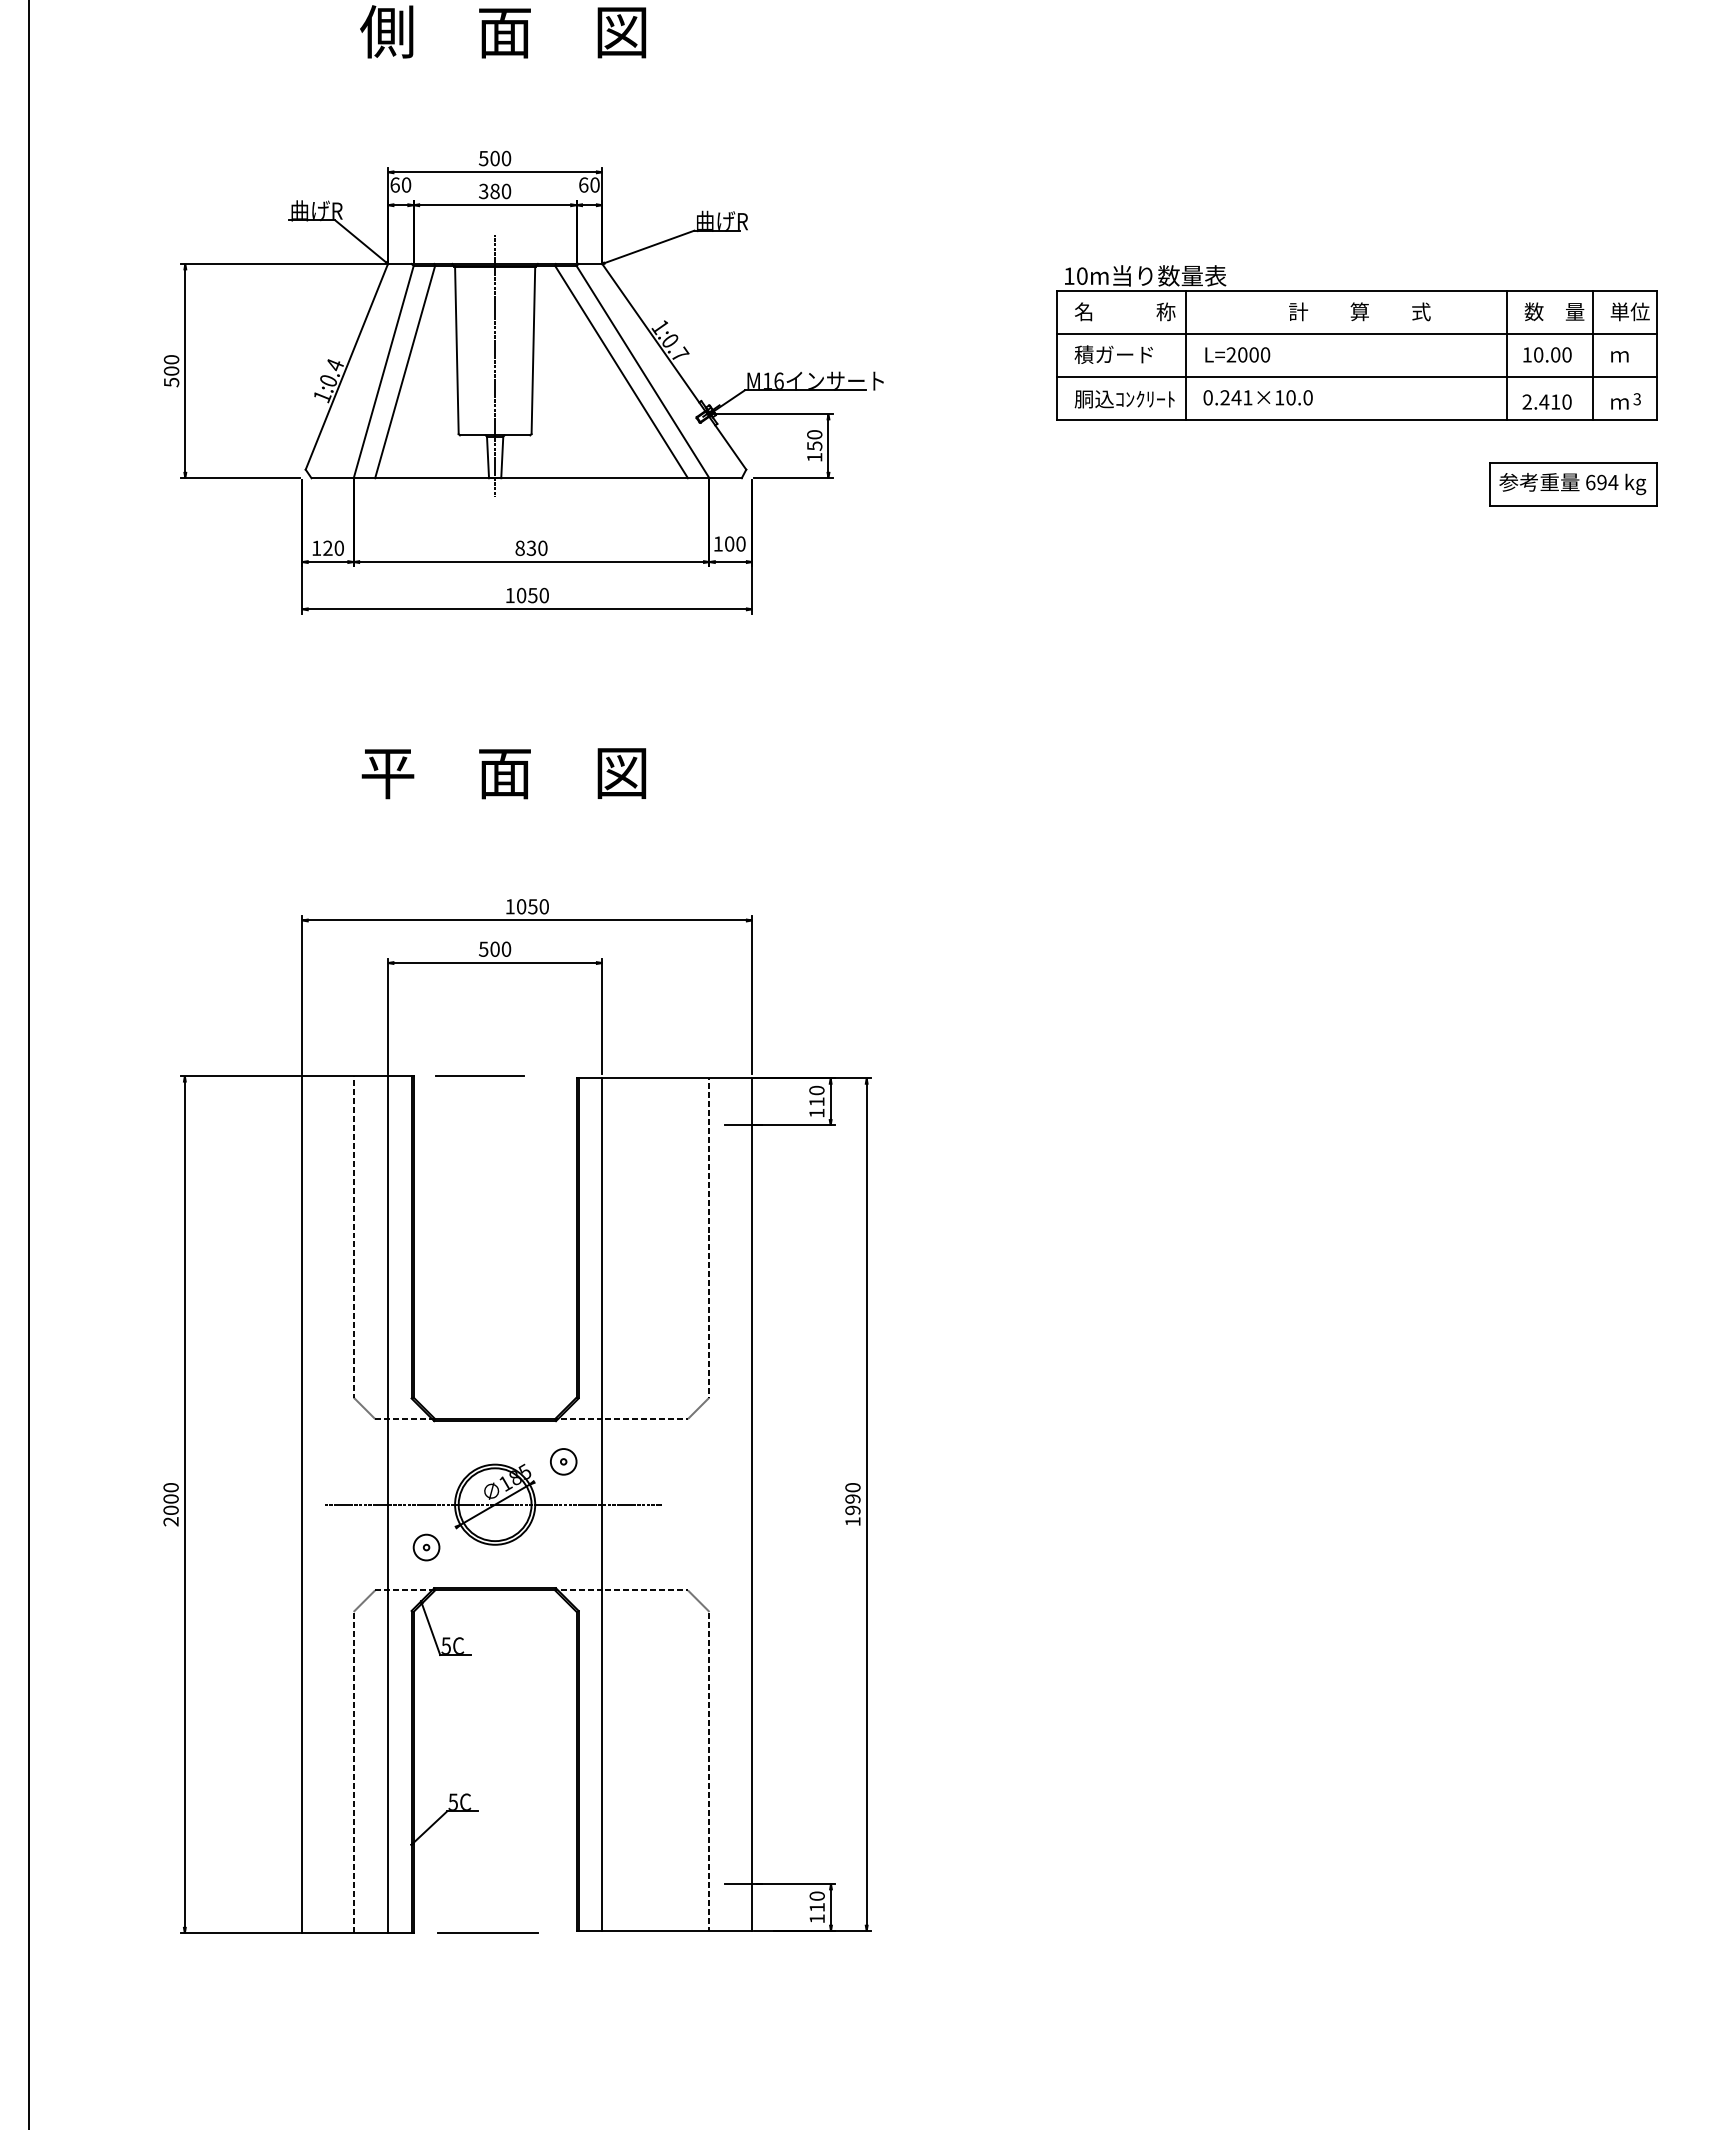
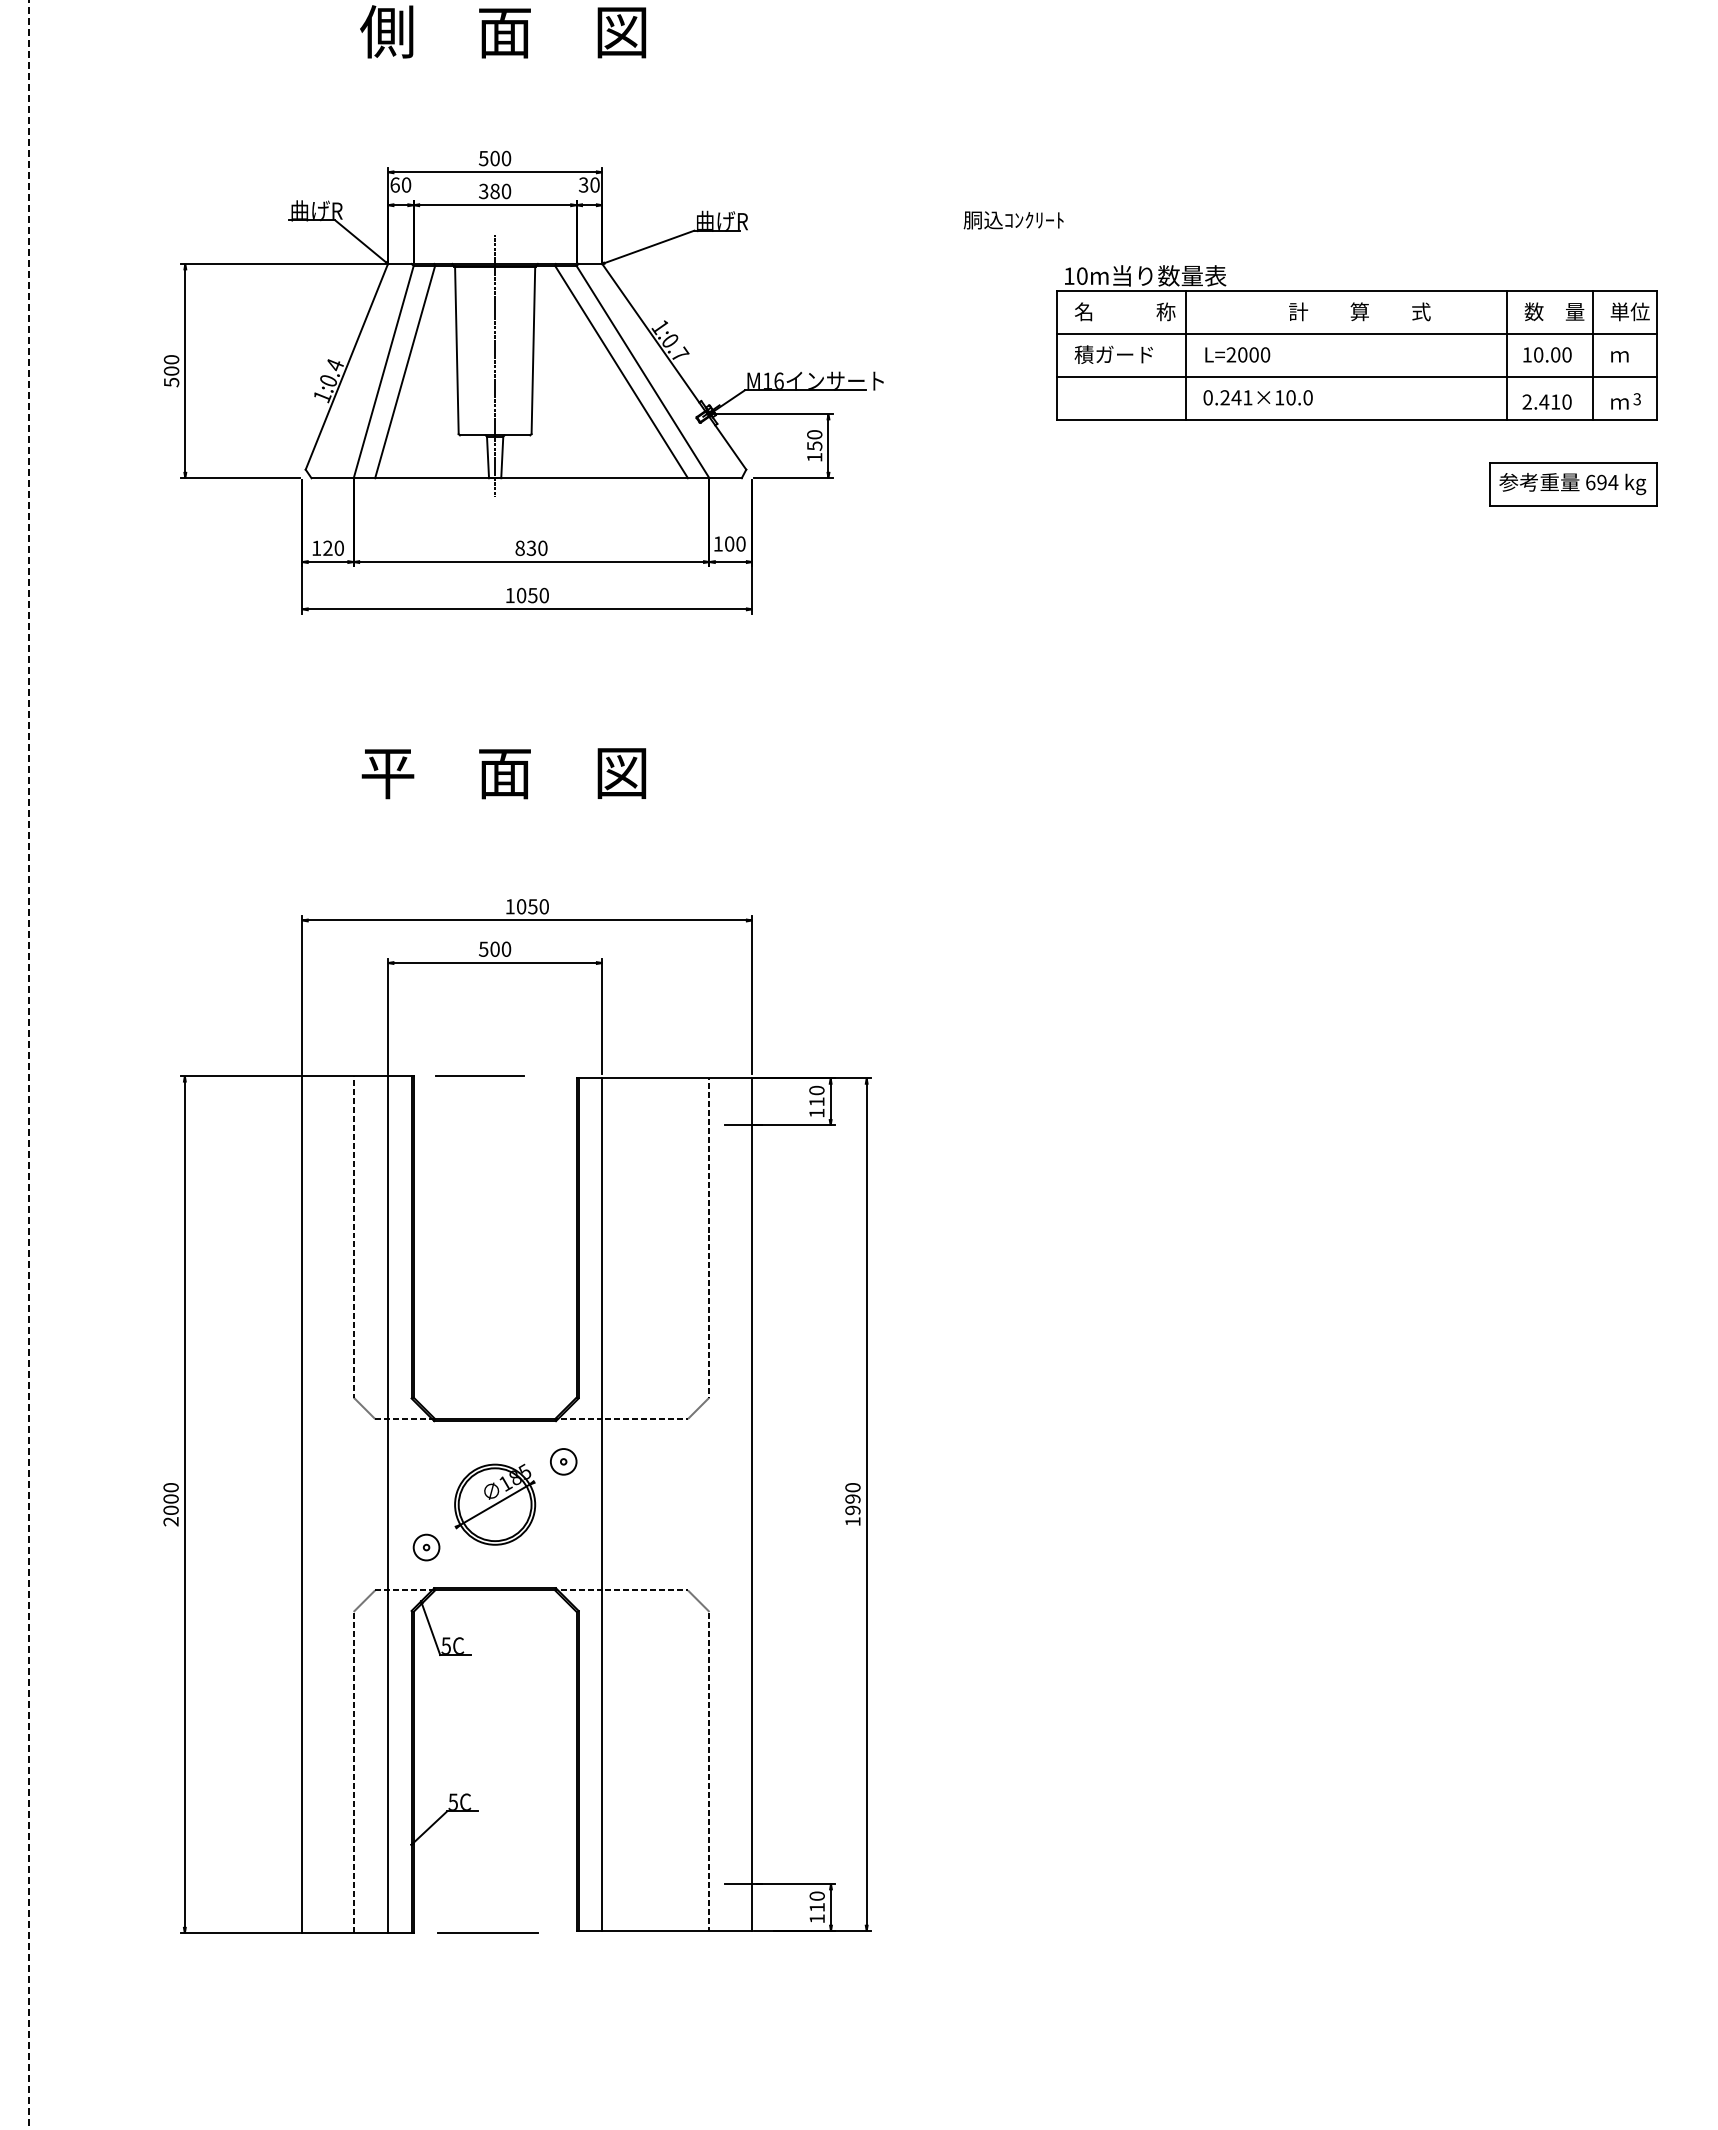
text at (583, 184): 60 -> 30
text at (1124, 399) position: (1124, 399) -> (1013, 220)
line at (29, 1064): solid -> dashed
line at (492, 1504): present -> none
